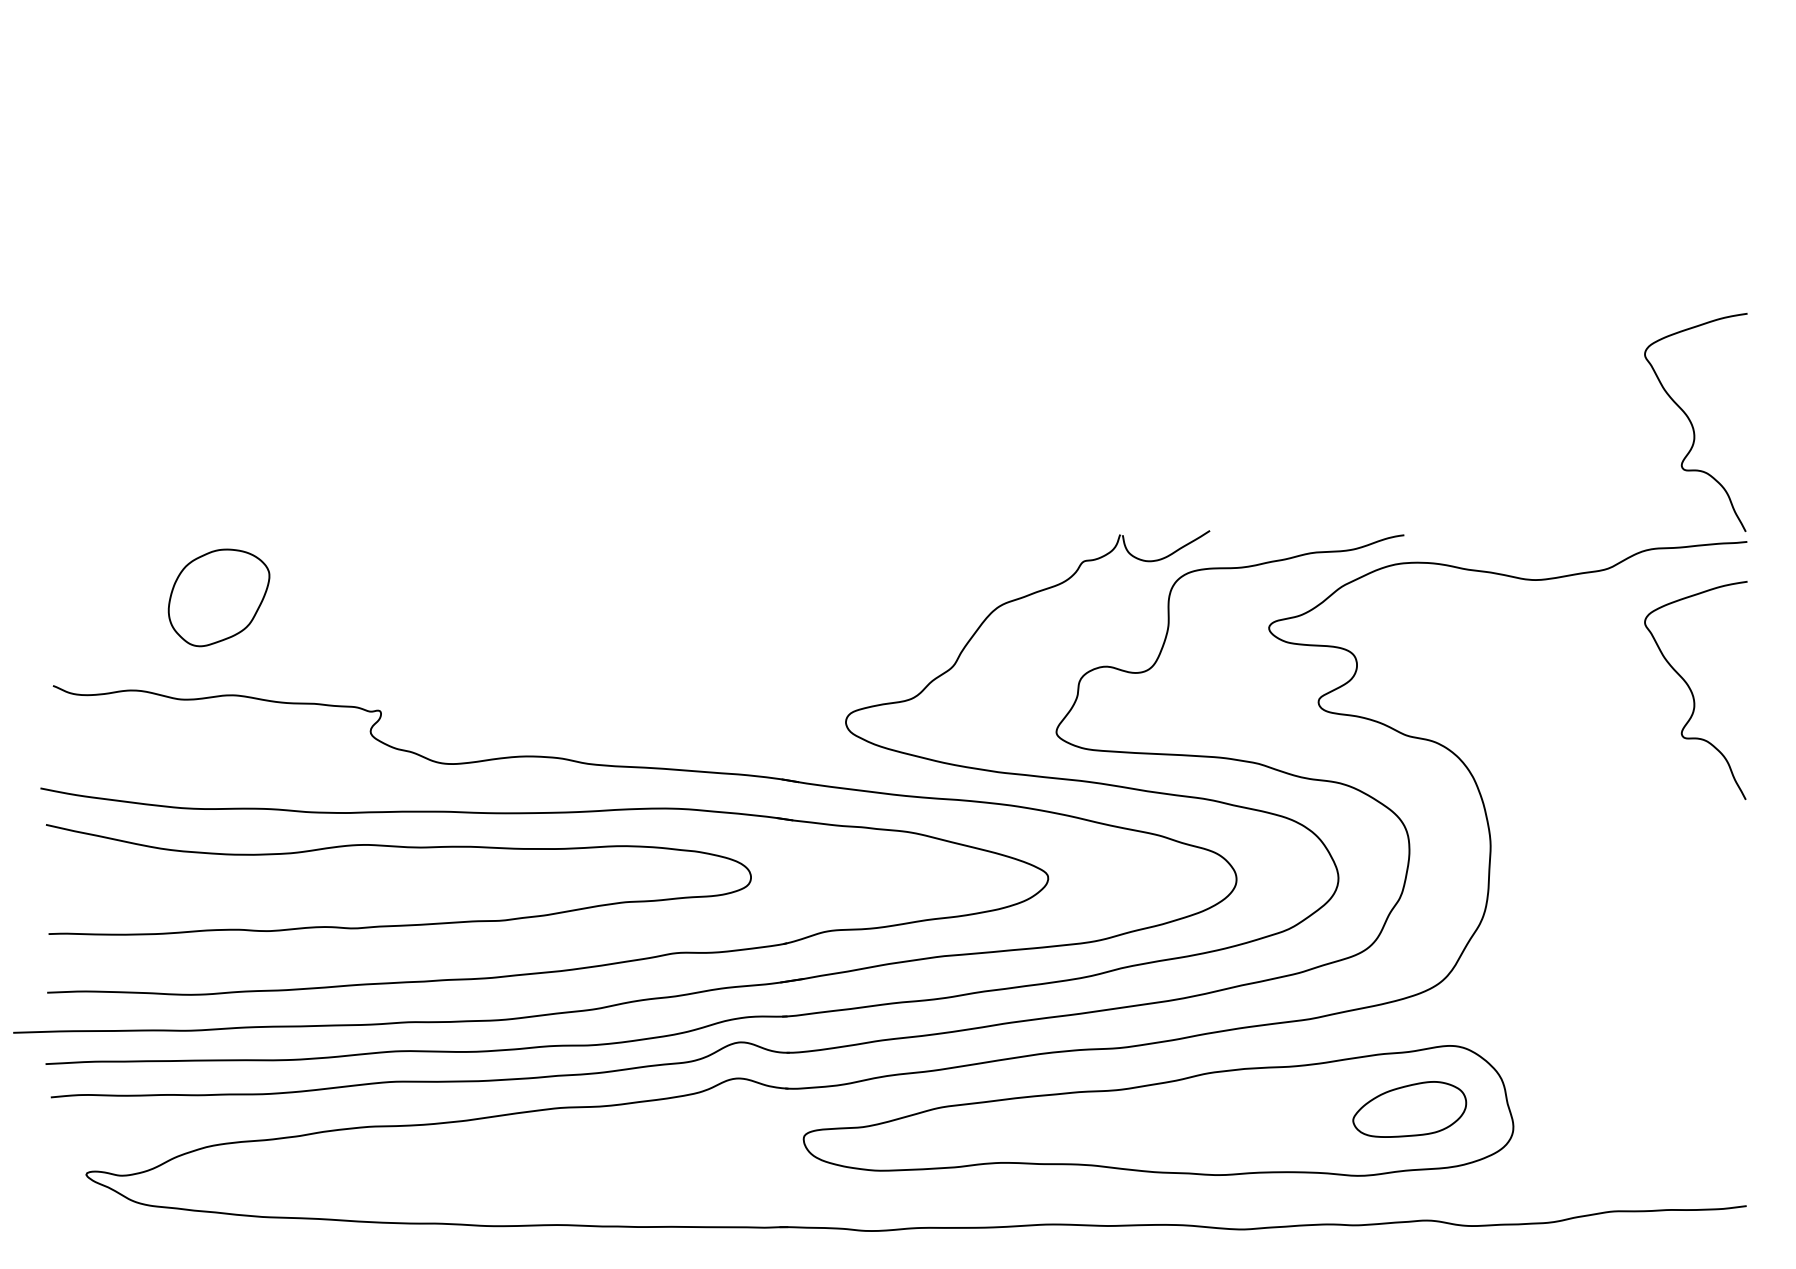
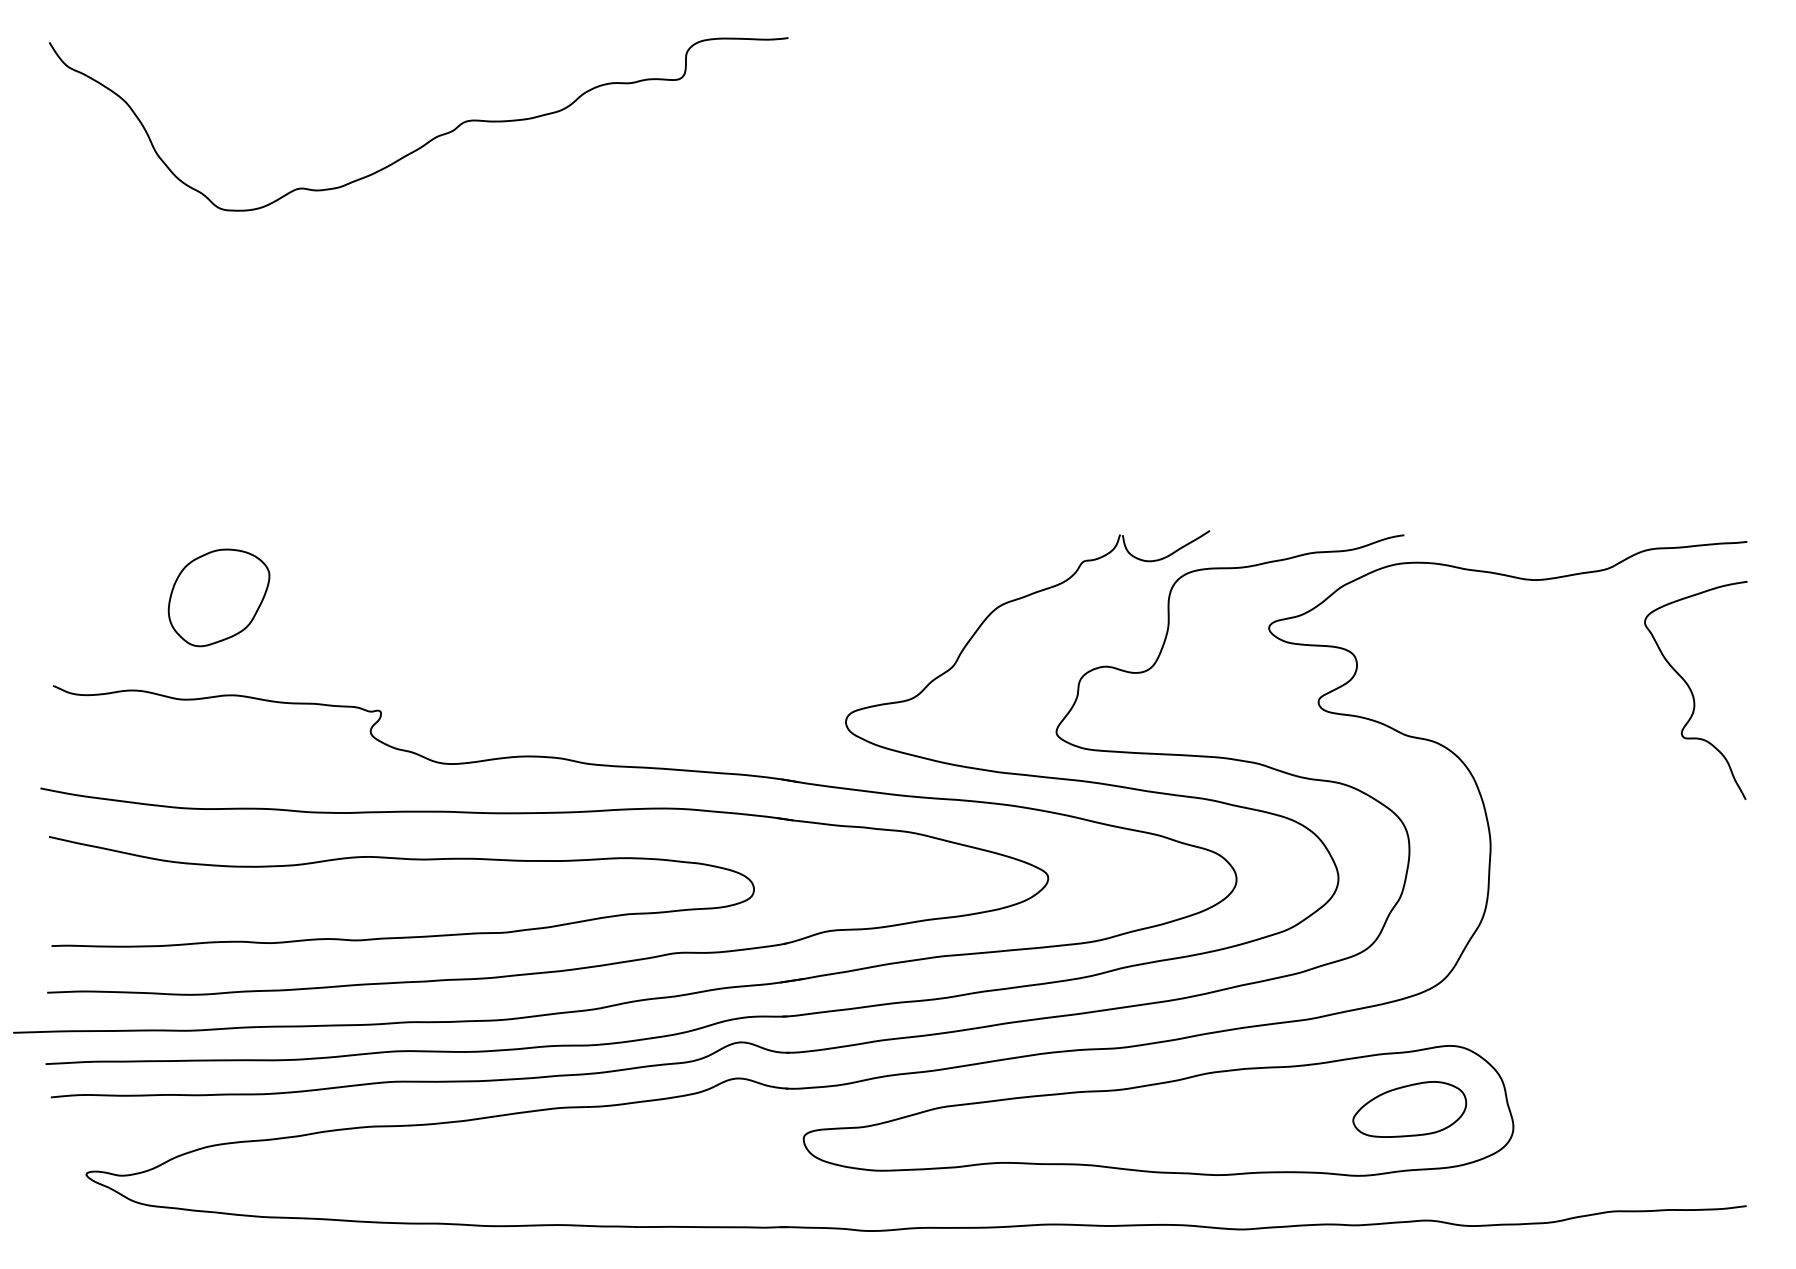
curve at (430, 139): none -> present
curve at (1692, 423): present -> none
curve at (398, 847) position: (398, 847) -> (401, 859)
